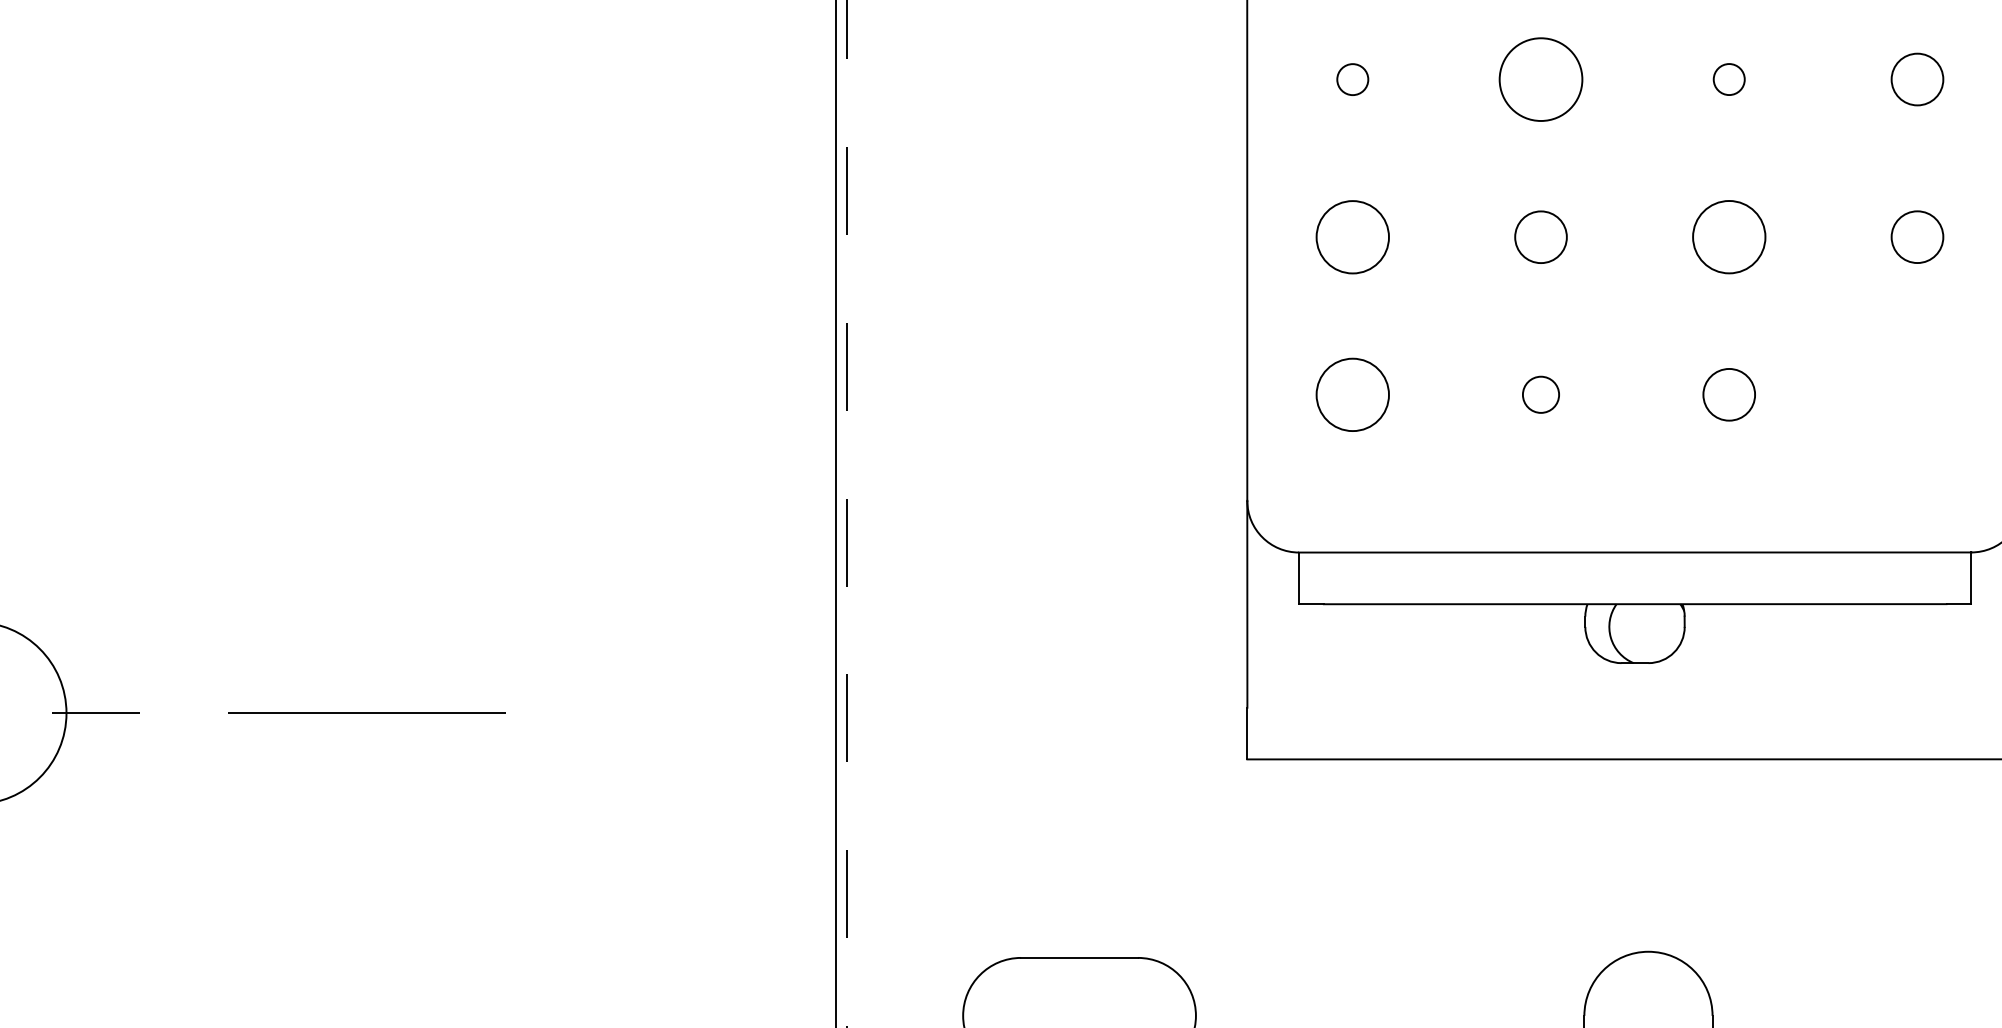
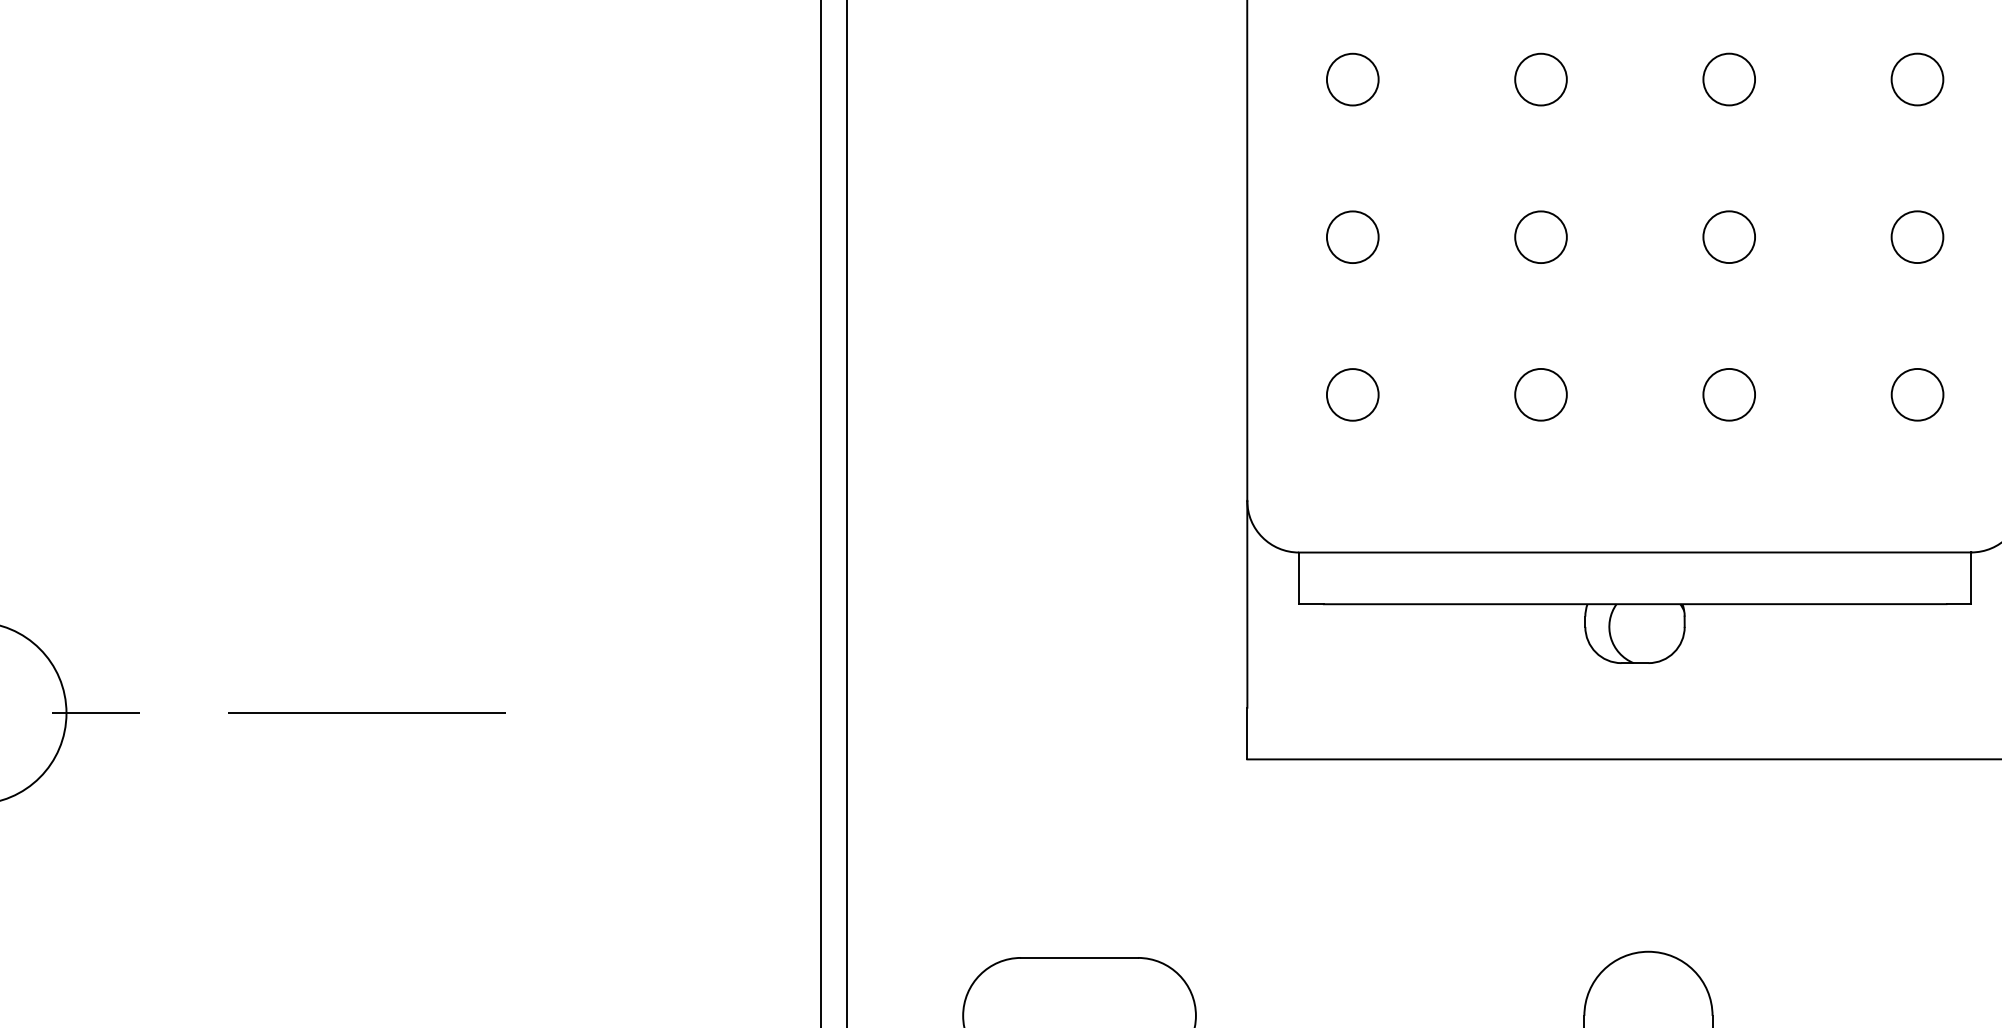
circle at (1352, 79) diameter: 31 px -> 52 px
circle at (1540, 79) diameter: 83 px -> 52 px
circle at (1728, 79) diameter: 31 px -> 52 px
circle at (1352, 237) diameter: 72 px -> 52 px
circle at (1729, 237) diameter: 72 px -> 52 px
circle at (1352, 394) diameter: 72 px -> 52 px
circle at (1540, 394) diameter: 36 px -> 52 px
circle at (1917, 394): none -> present
line at (836, 513) position: (836, 513) -> (821, 513)
line at (847, 514): dashed -> solid
